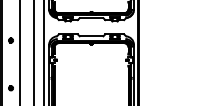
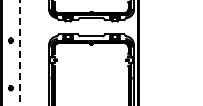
line at (34, 52): present -> none
line at (44, 52): present -> none
line at (20, 53): solid -> dashed
